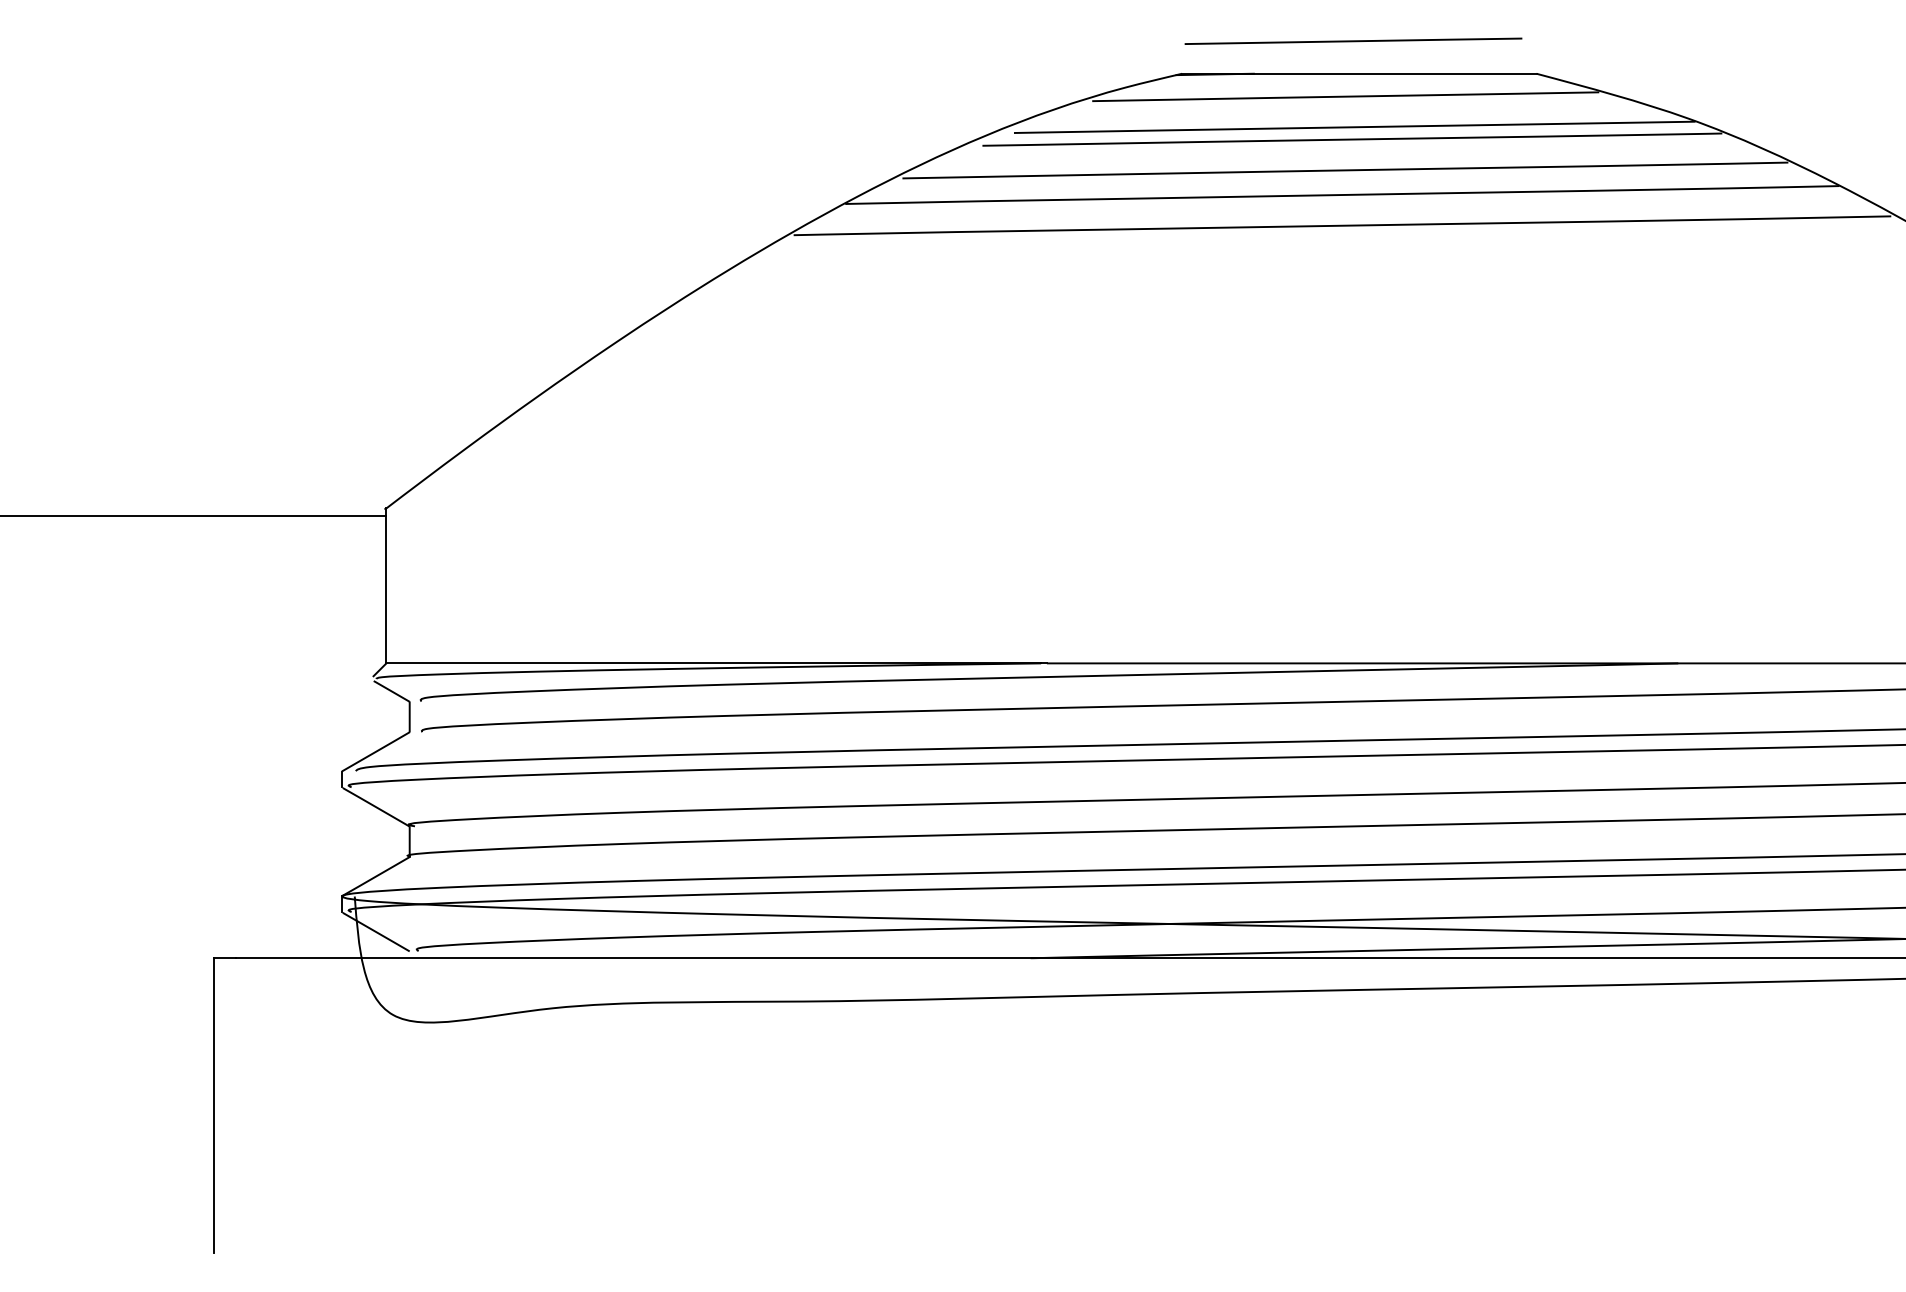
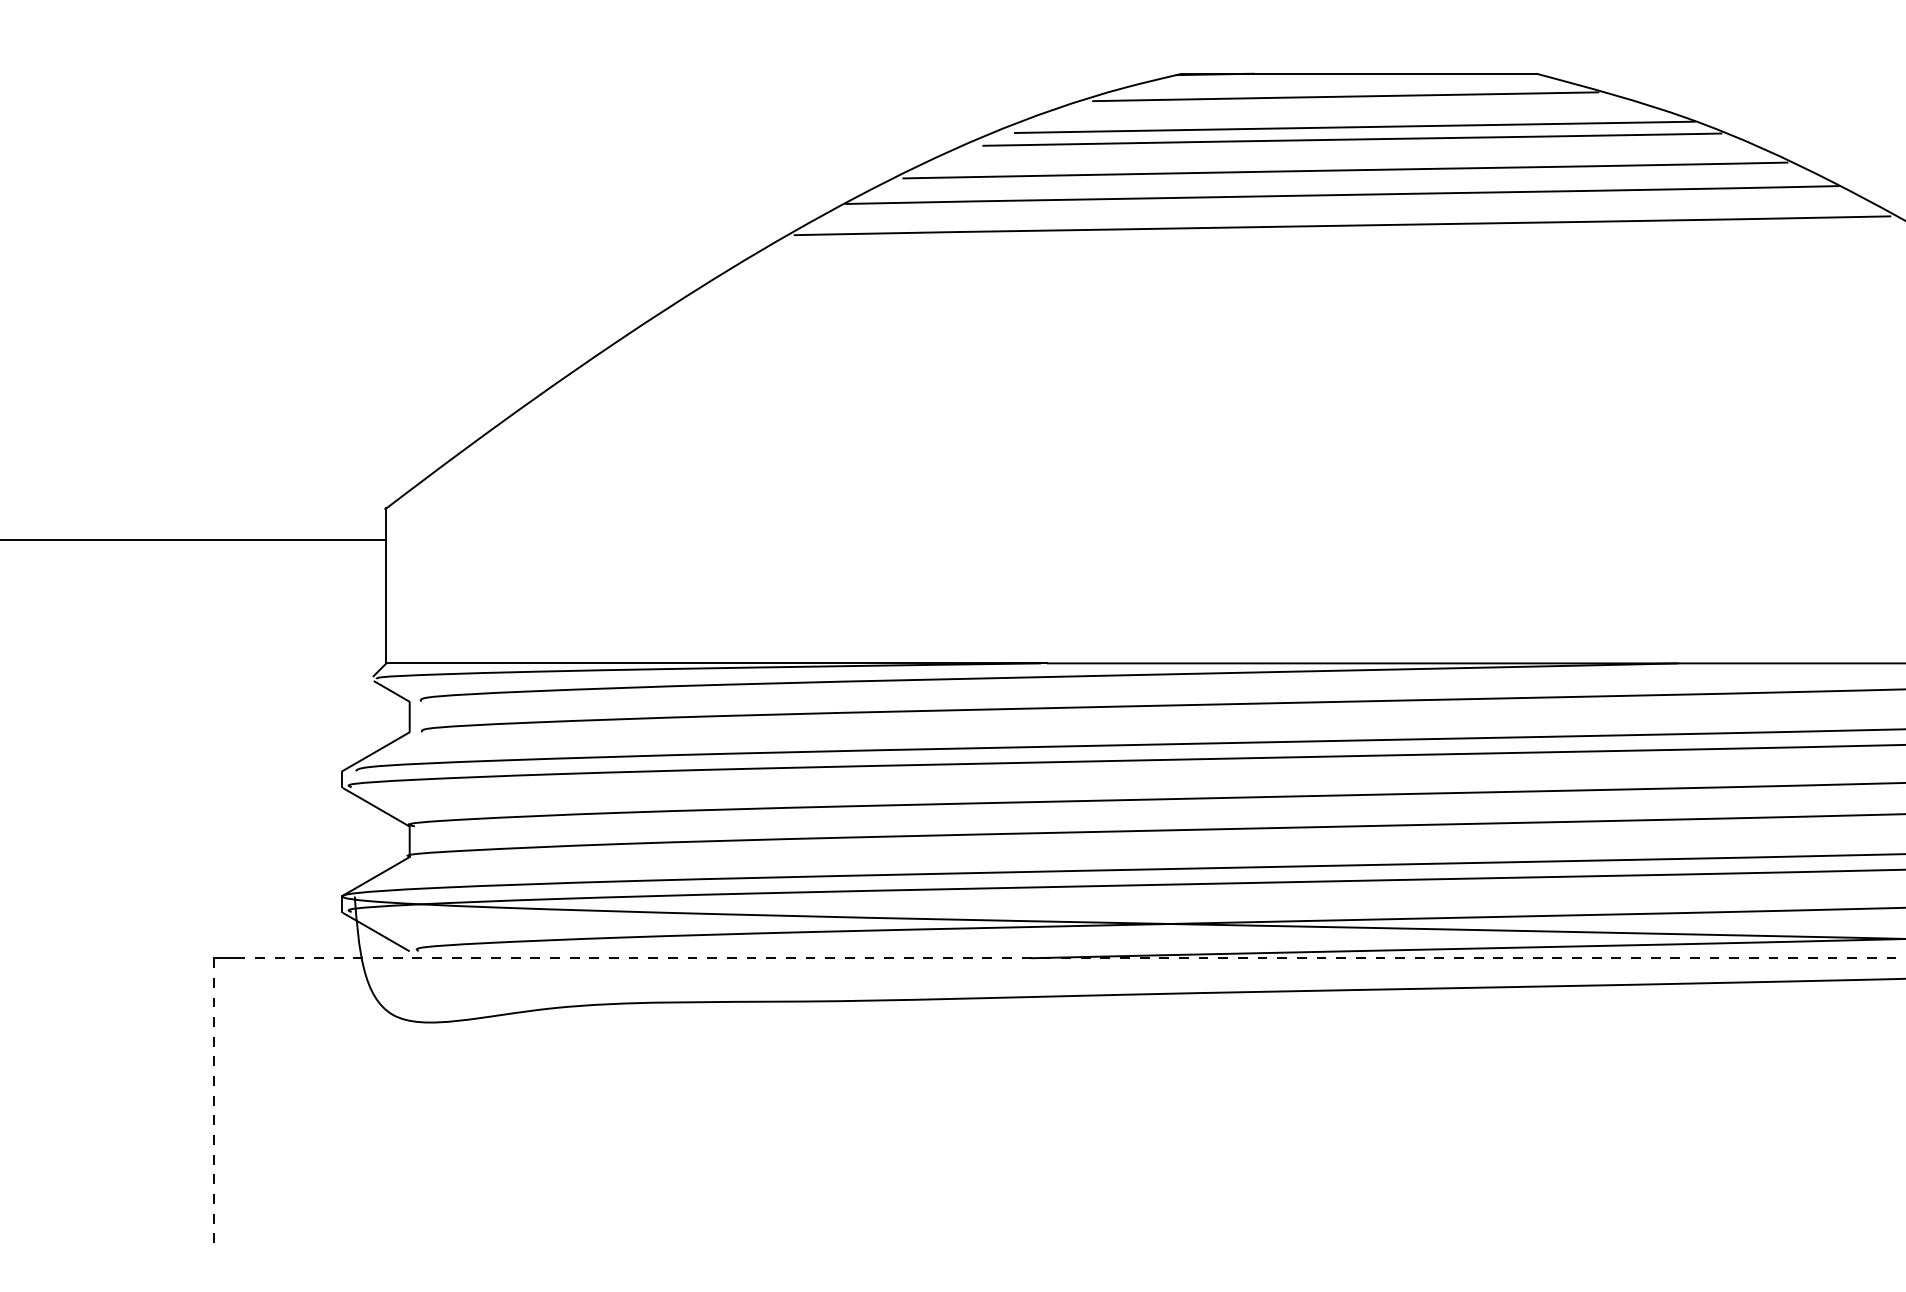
line at (1353, 40): present -> none
line at (193, 515) position: (193, 515) -> (193, 539)
line at (1070, 958): solid -> dashed
line at (214, 1105): solid -> dashed
